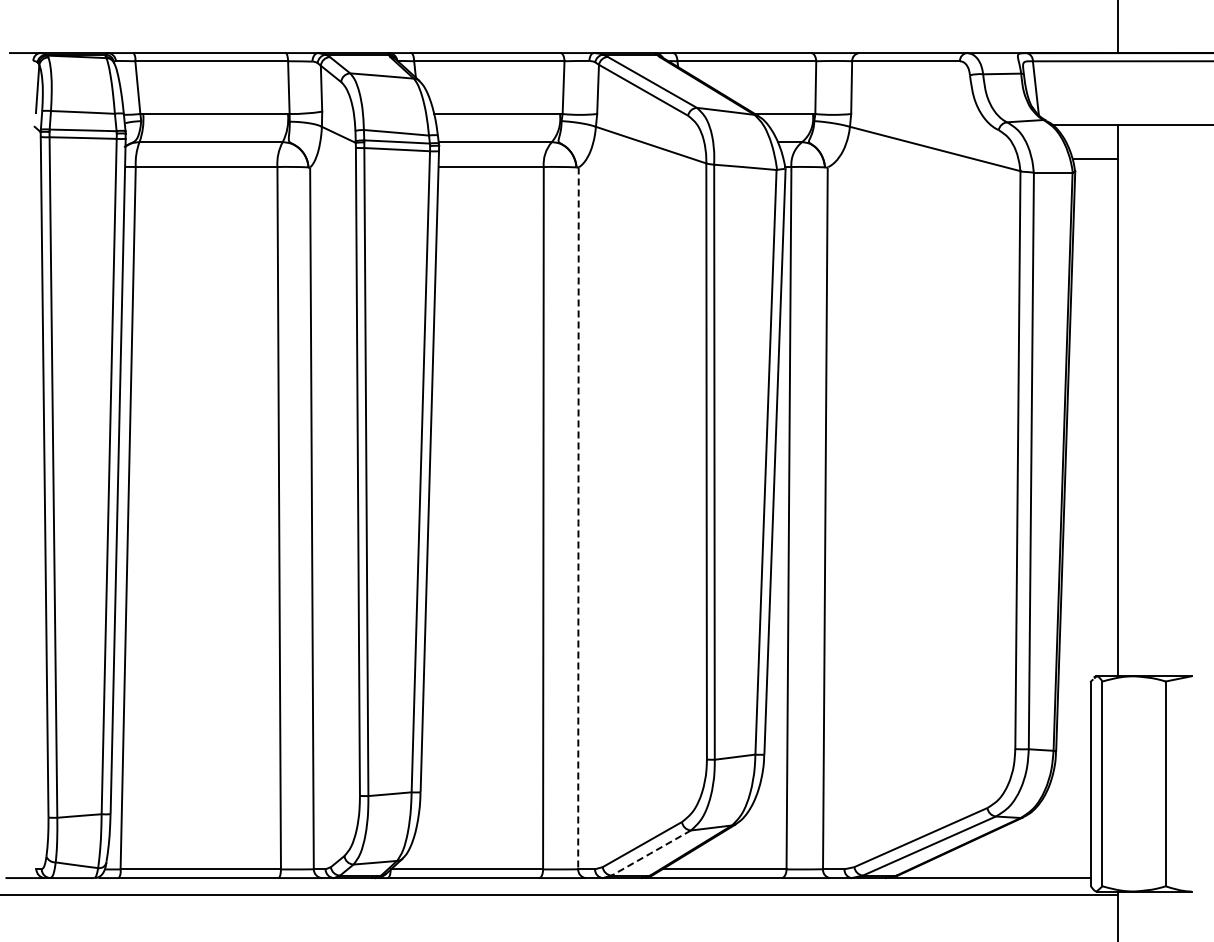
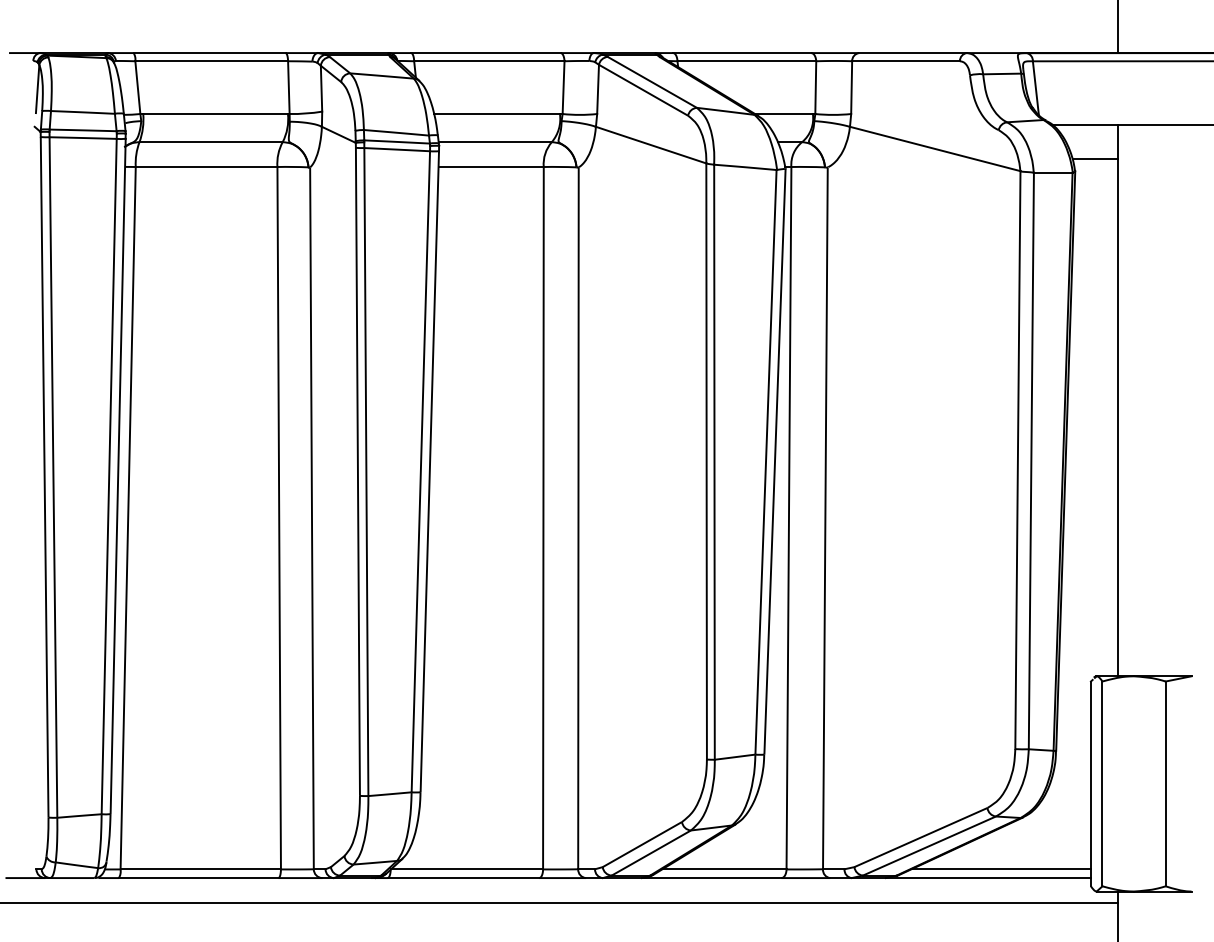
line at (578, 519): dashed -> solid
line at (651, 853): dashed -> solid
line at (1000, 869): none -> present
line at (560, 895) position: (560, 895) -> (560, 903)
